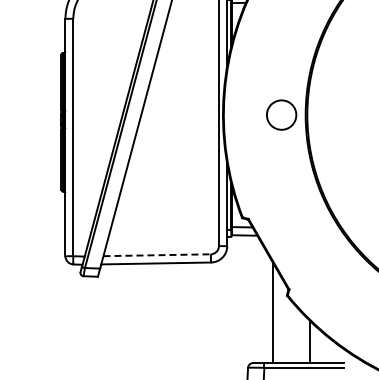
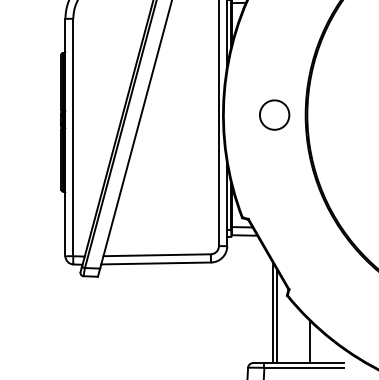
circle at (281, 114) position: (281, 114) -> (274, 114)
line at (157, 255): dashed -> solid
line at (277, 316): none -> present
